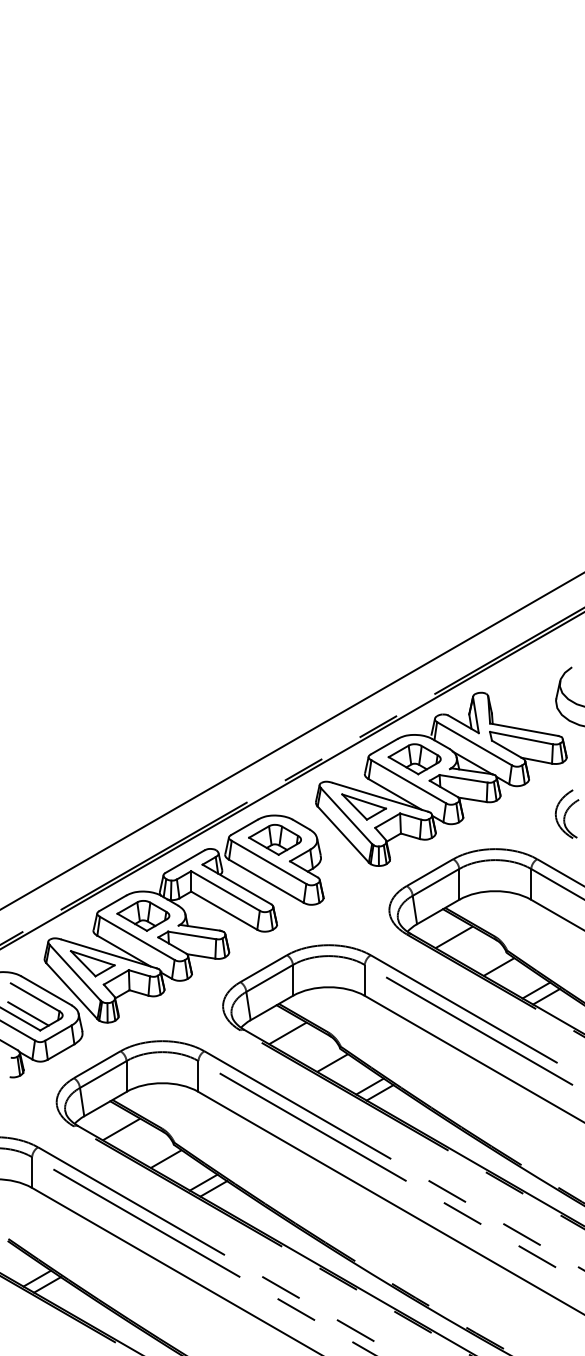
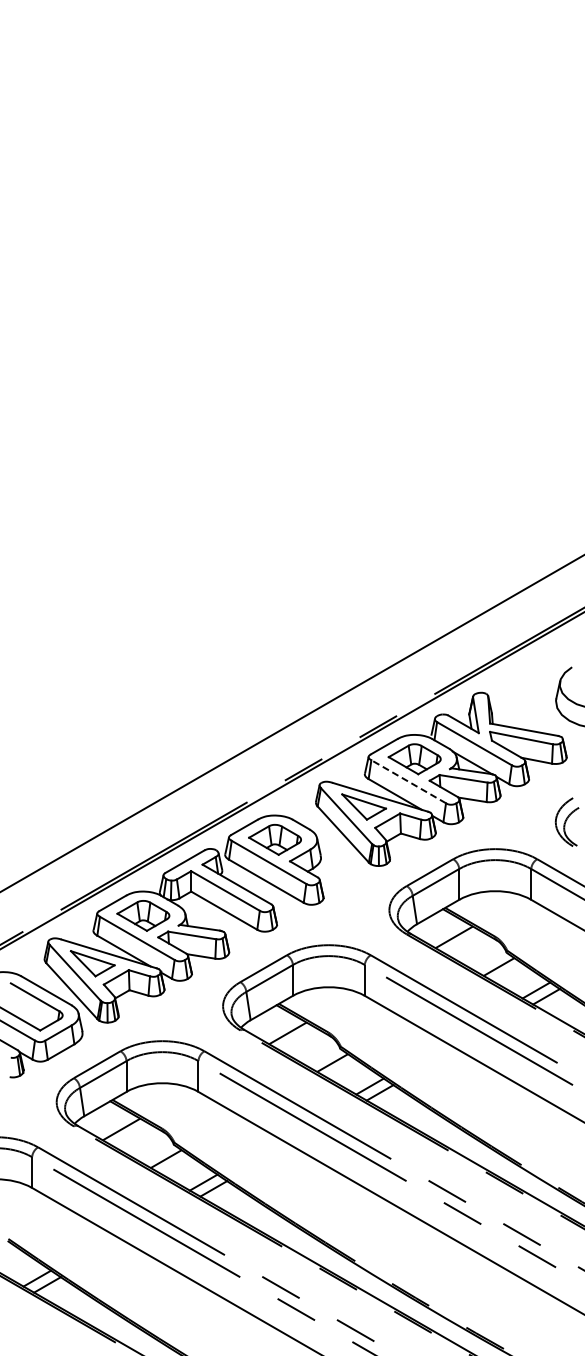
line at (291, 741) position: (291, 741) -> (291, 723)
line at (408, 781): solid -> dashed
part at (566, 813) position: (566, 813) -> (566, 821)
line at (28, 1013): present -> none
